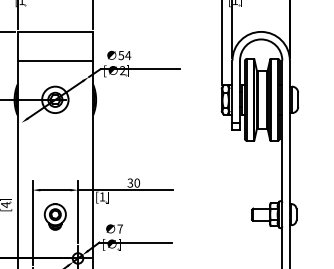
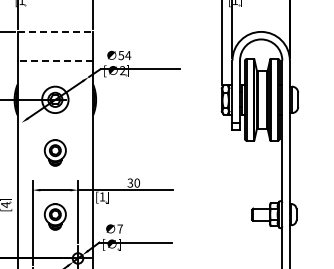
line at (55, 31): solid -> dashed
line at (55, 60): solid -> dashed
part at (54, 152): none -> present
